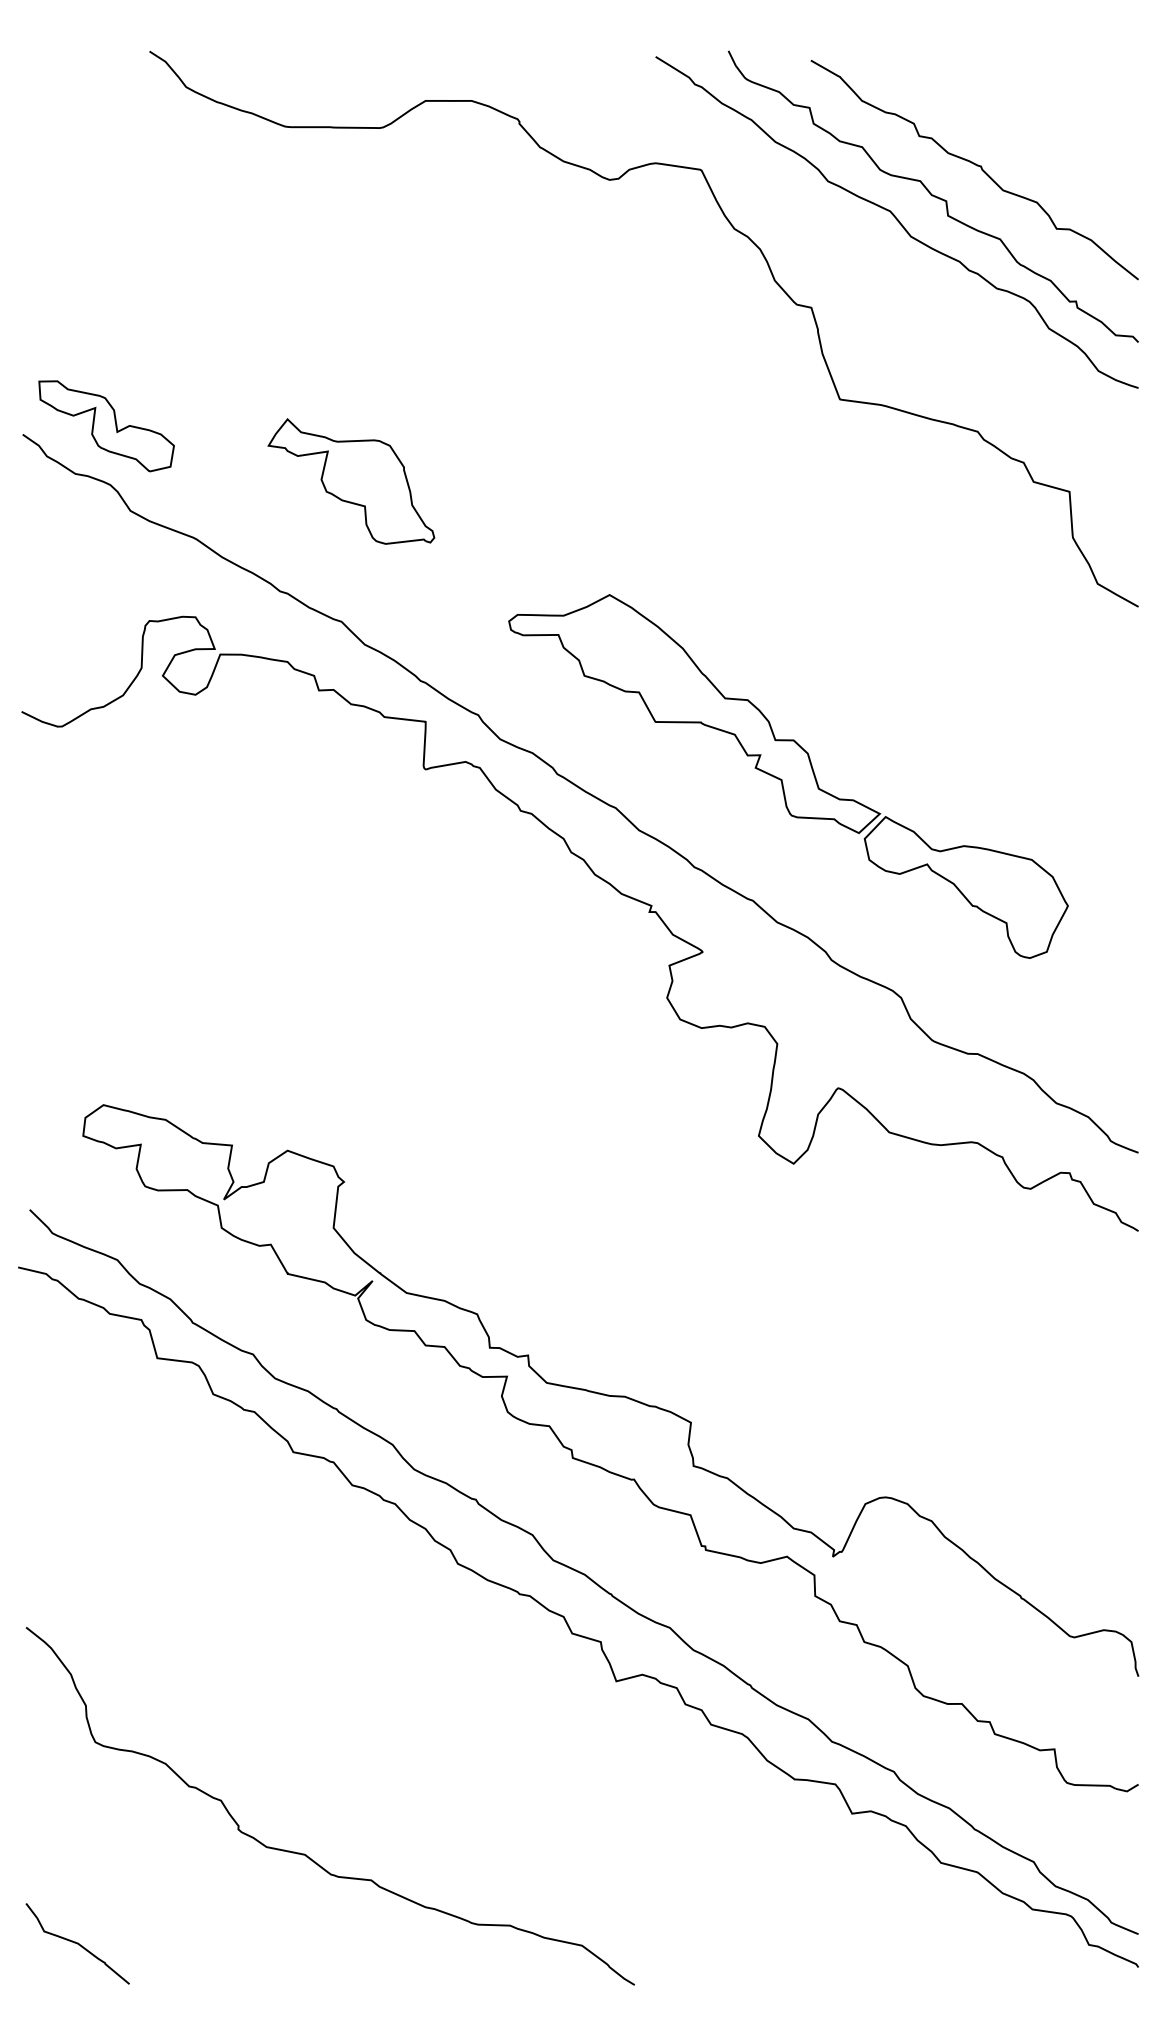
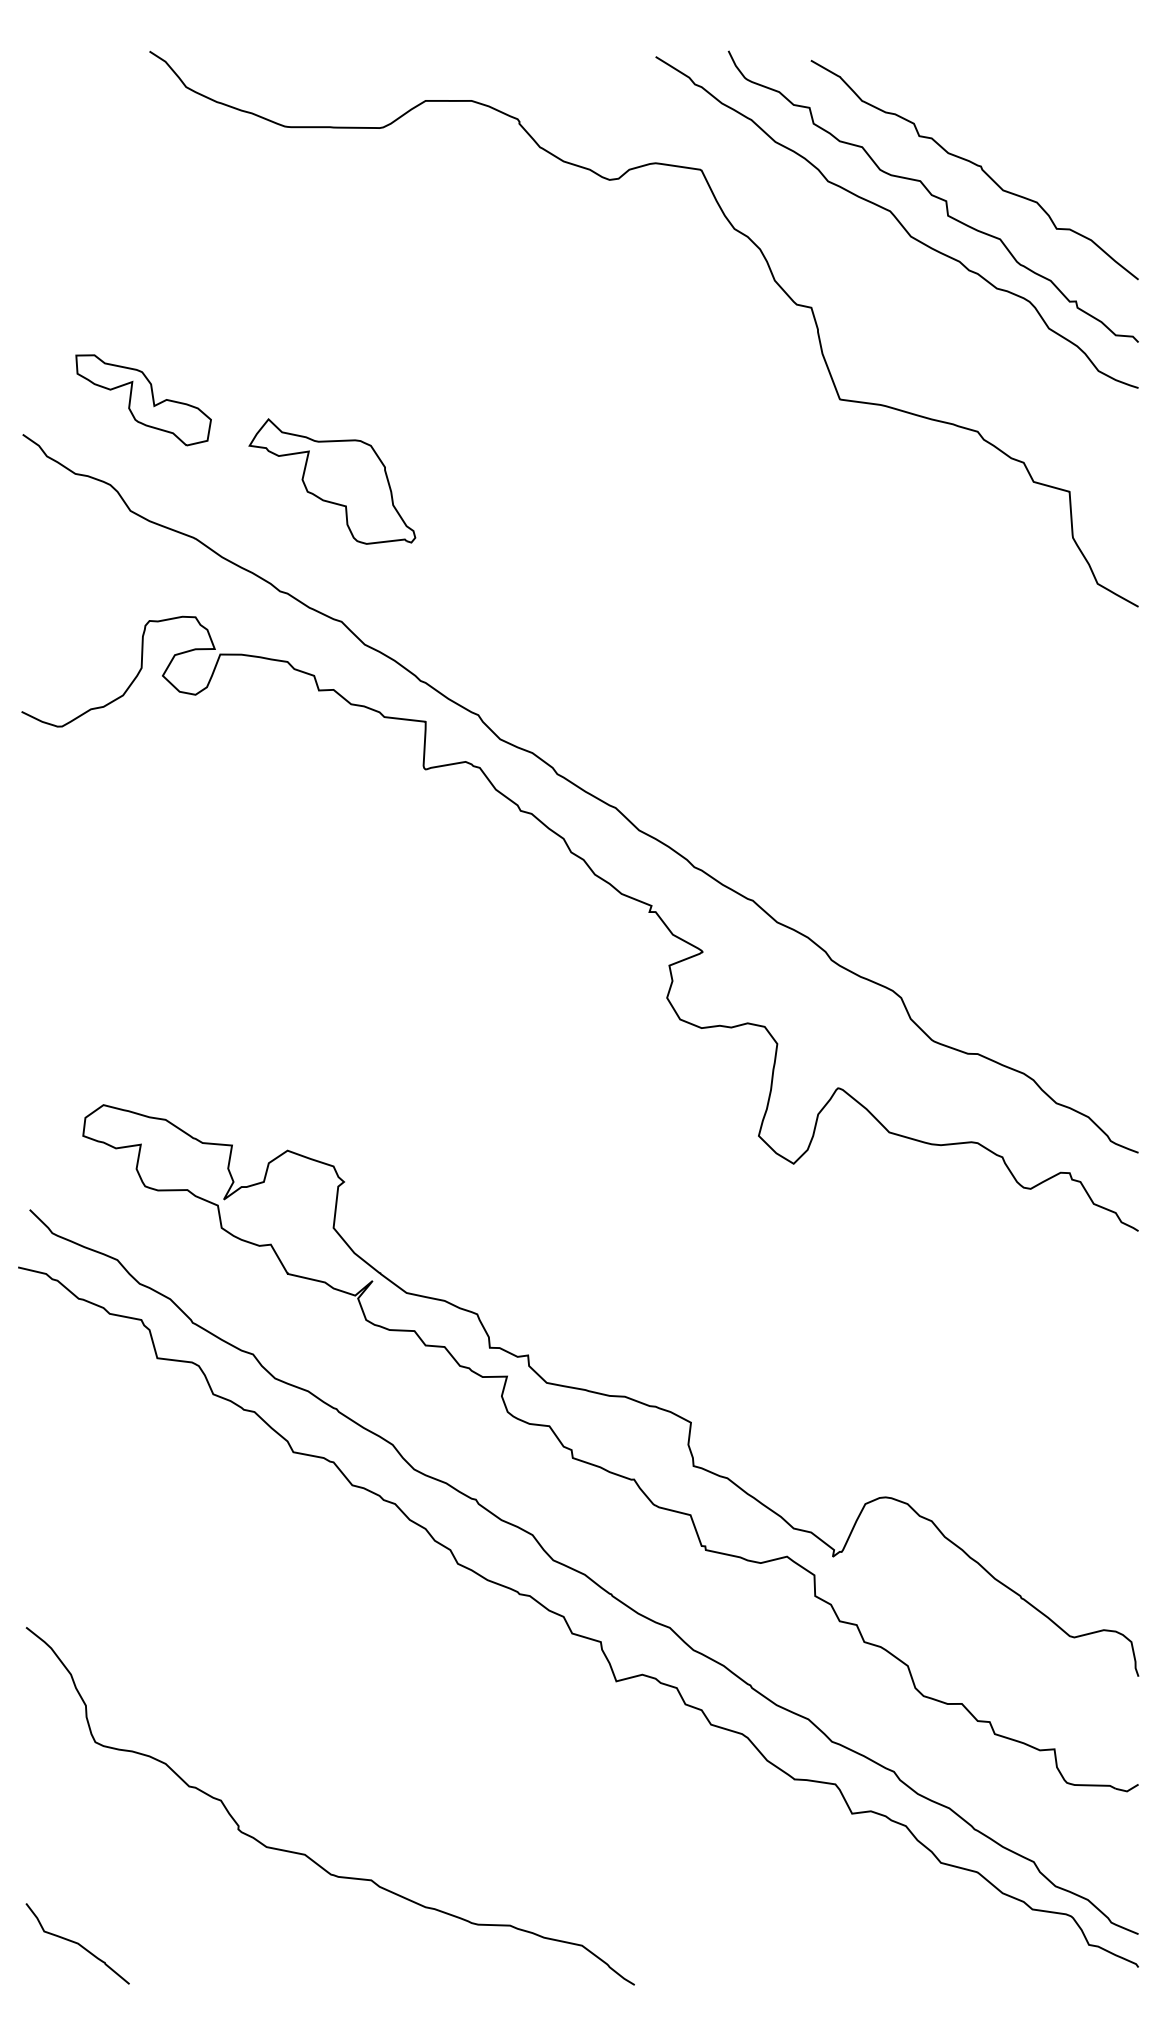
part at (106, 426) position: (106, 426) -> (143, 400)
part at (351, 481) position: (351, 481) -> (332, 481)
part at (788, 776): present -> none
